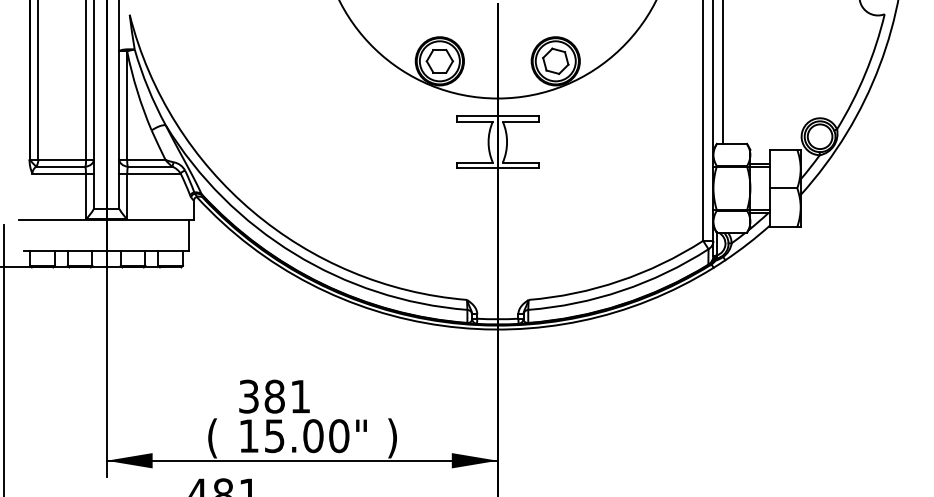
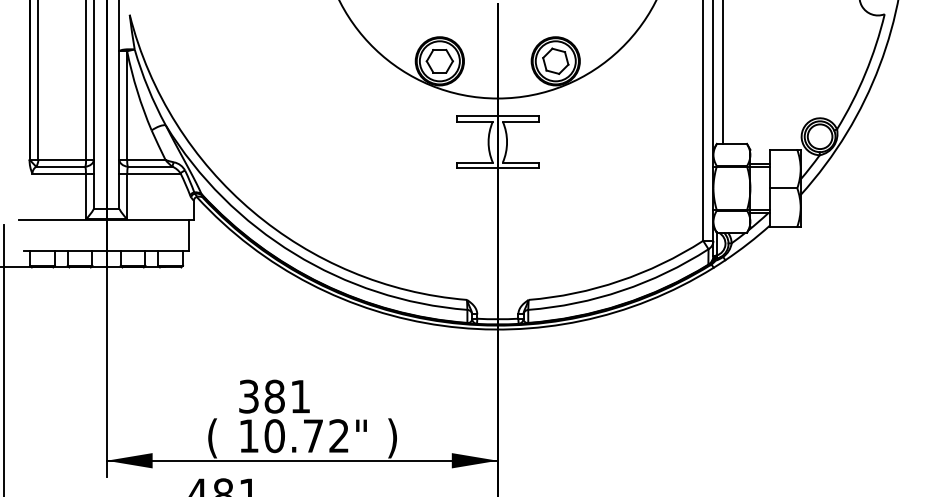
text at (306, 436): 15.00" -> 10.72"
